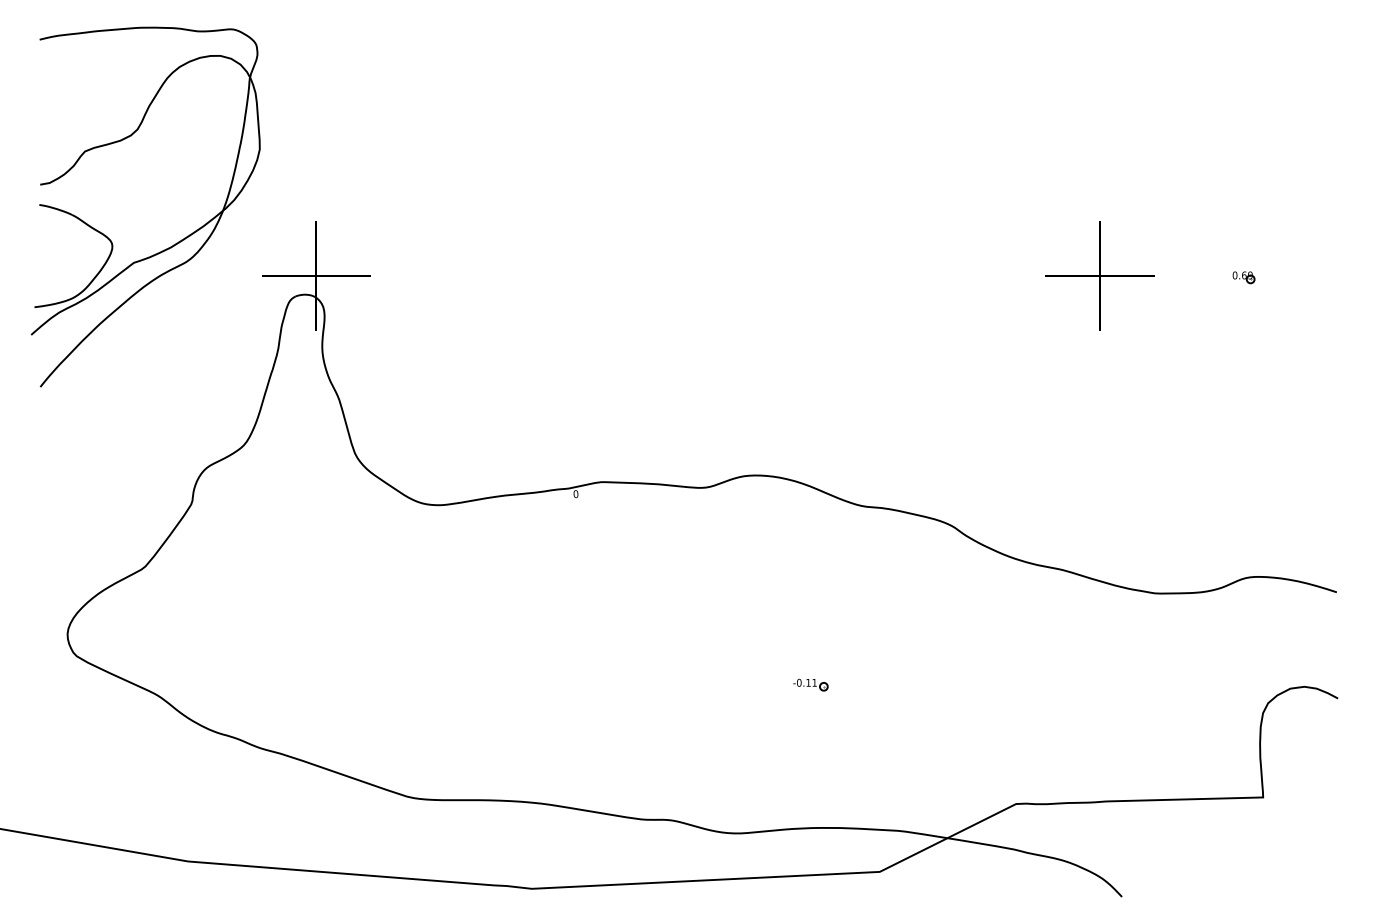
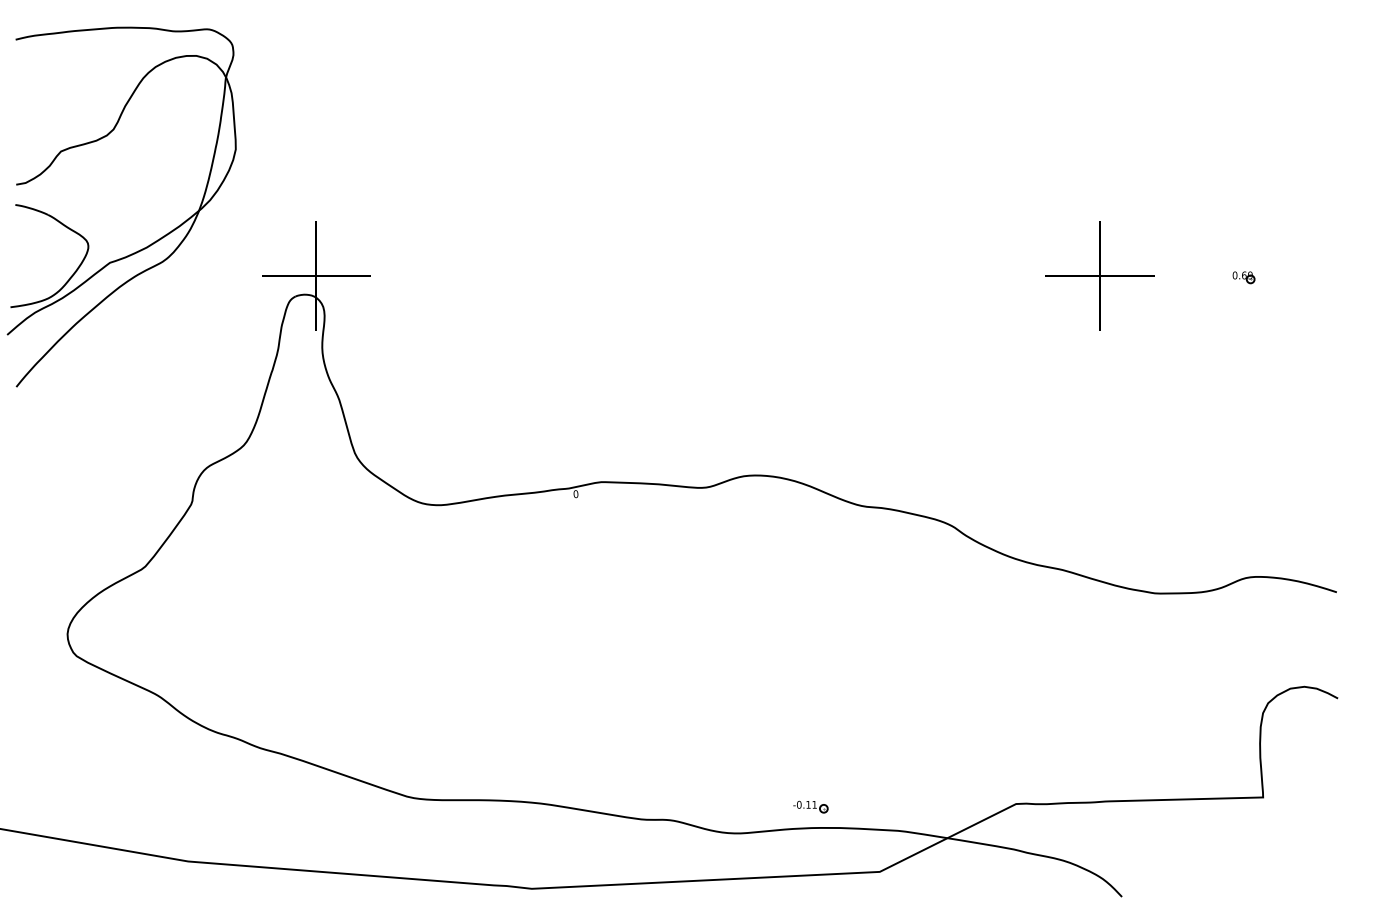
part at (166, 248) position: (166, 248) -> (142, 248)
part at (810, 684) position: (810, 684) -> (810, 806)
